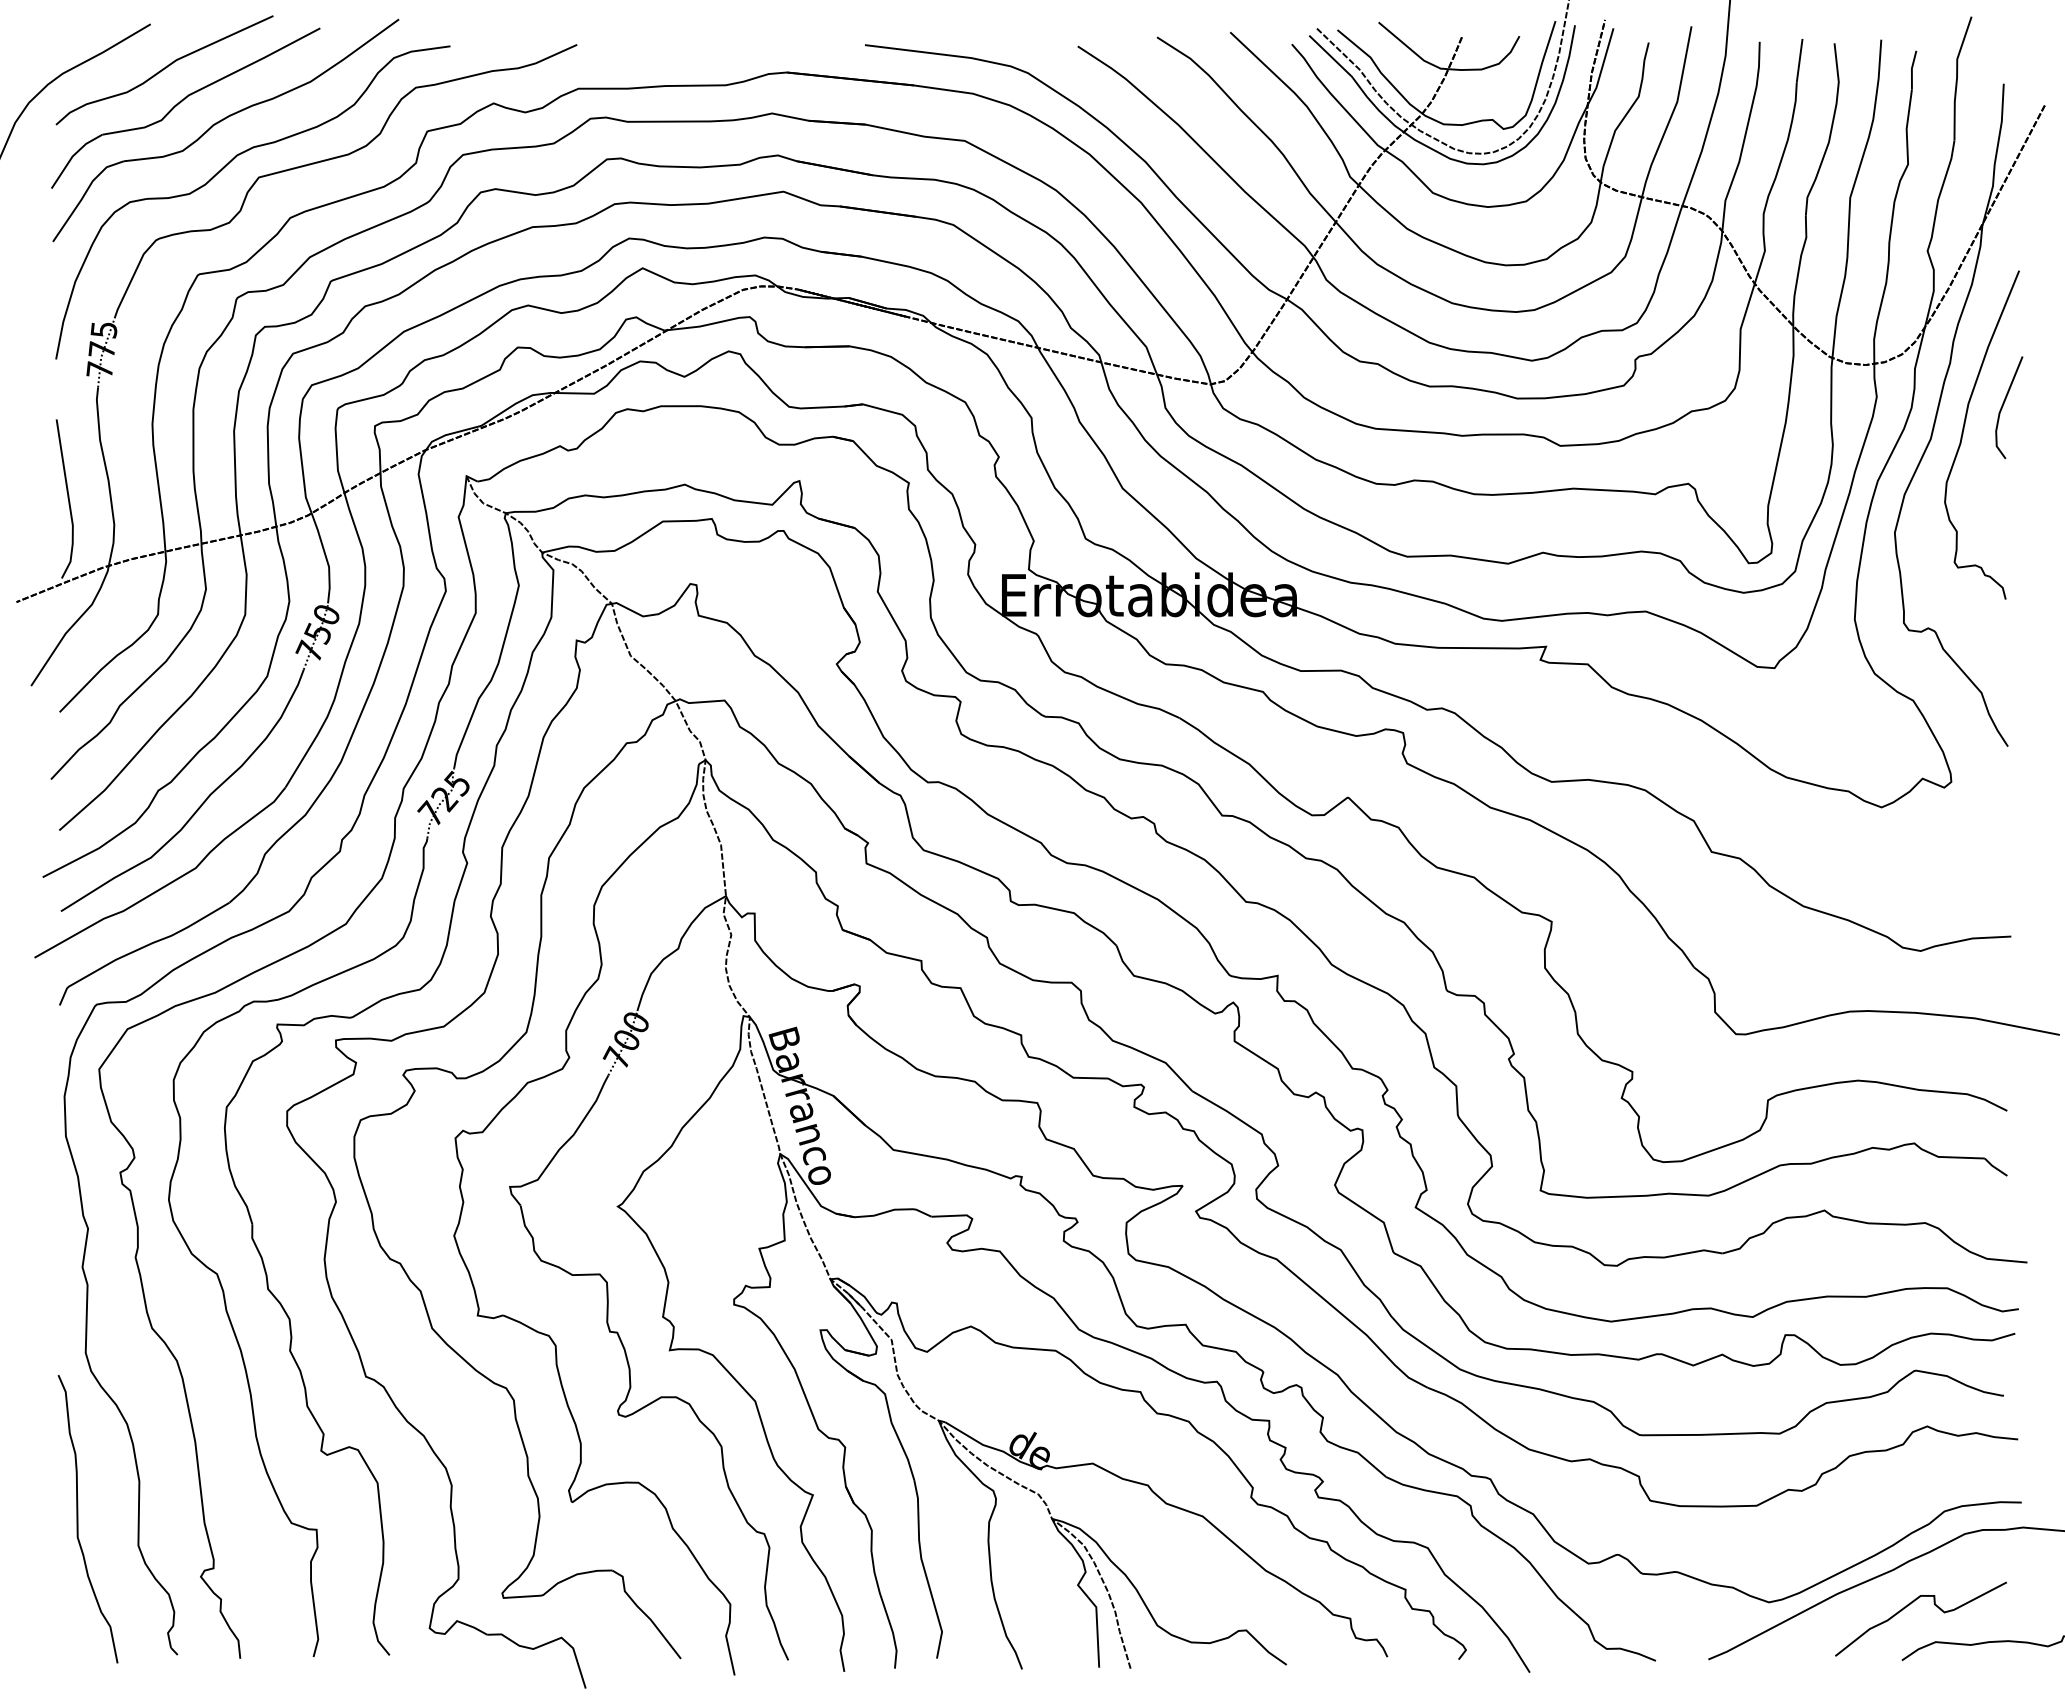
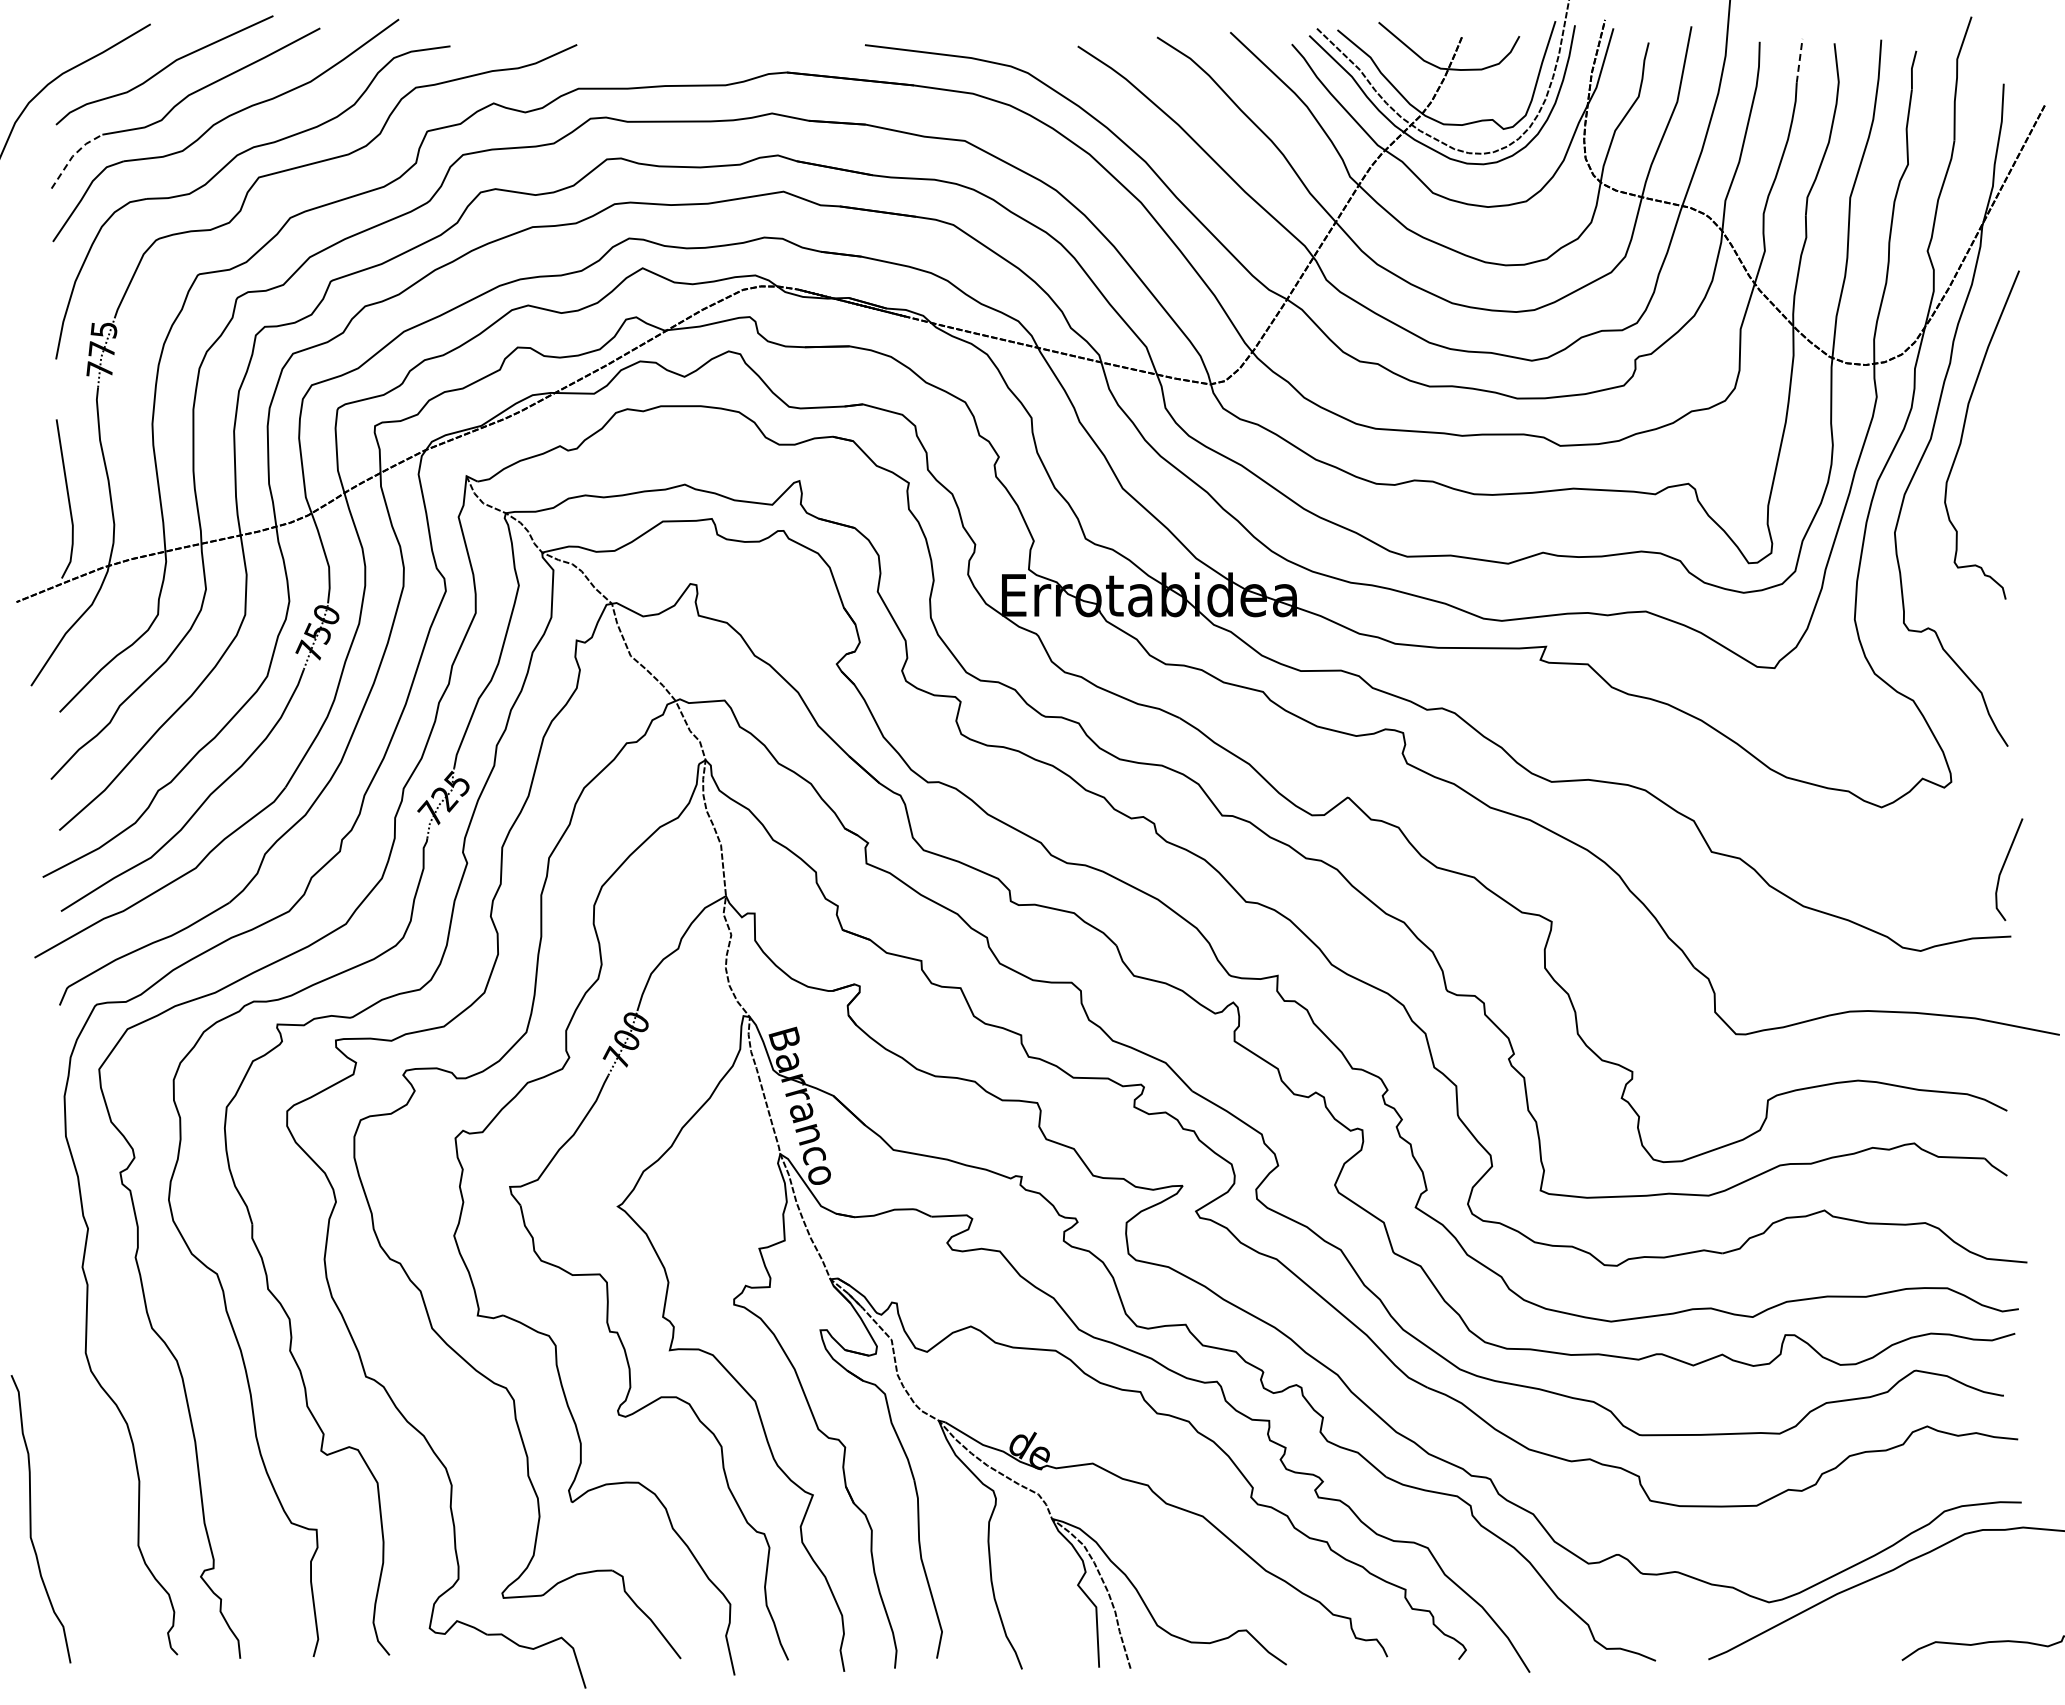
line at (1799, 60): solid -> dashed
line at (72, 156): solid -> dashed
line at (2004, 404) position: (2004, 404) -> (2004, 866)
curve at (78, 1519) position: (78, 1519) -> (31, 1519)
curve at (1908, 1606): present -> none
